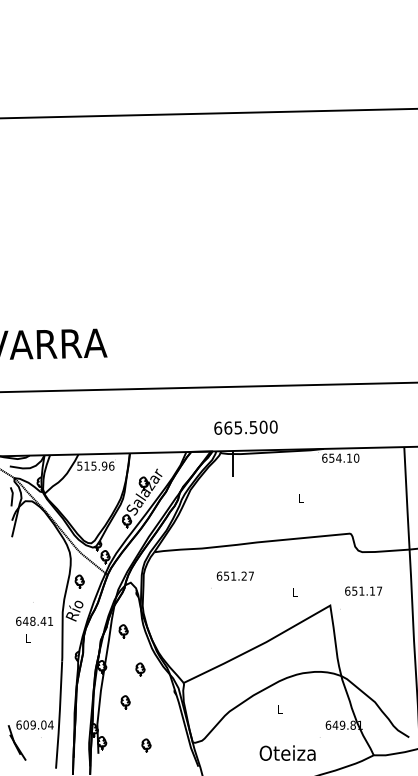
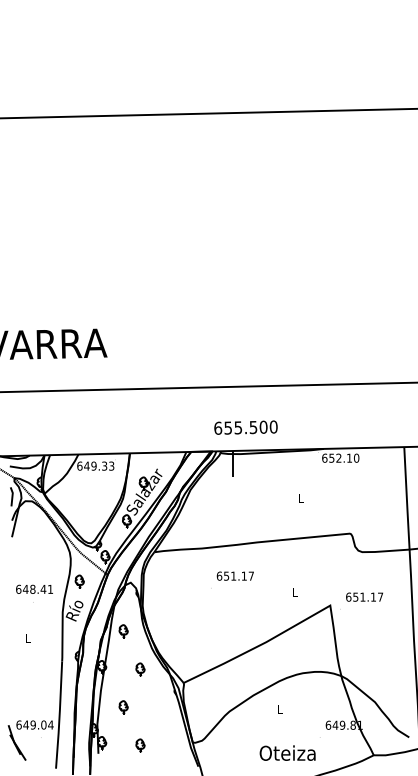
text at (228, 427): 665.500 -> 655.500
text at (338, 457): 654.10 -> 652.10
text at (95, 465): 515.96 -> 649.33
text at (243, 575): 651.27 -> 651.17
text at (363, 590) position: (363, 590) -> (364, 596)
text at (34, 620) position: (34, 620) -> (34, 588)
part at (125, 702) position: (125, 702) -> (123, 707)
text at (25, 724): 609.04 -> 649.04
part at (146, 745) position: (146, 745) -> (140, 745)
